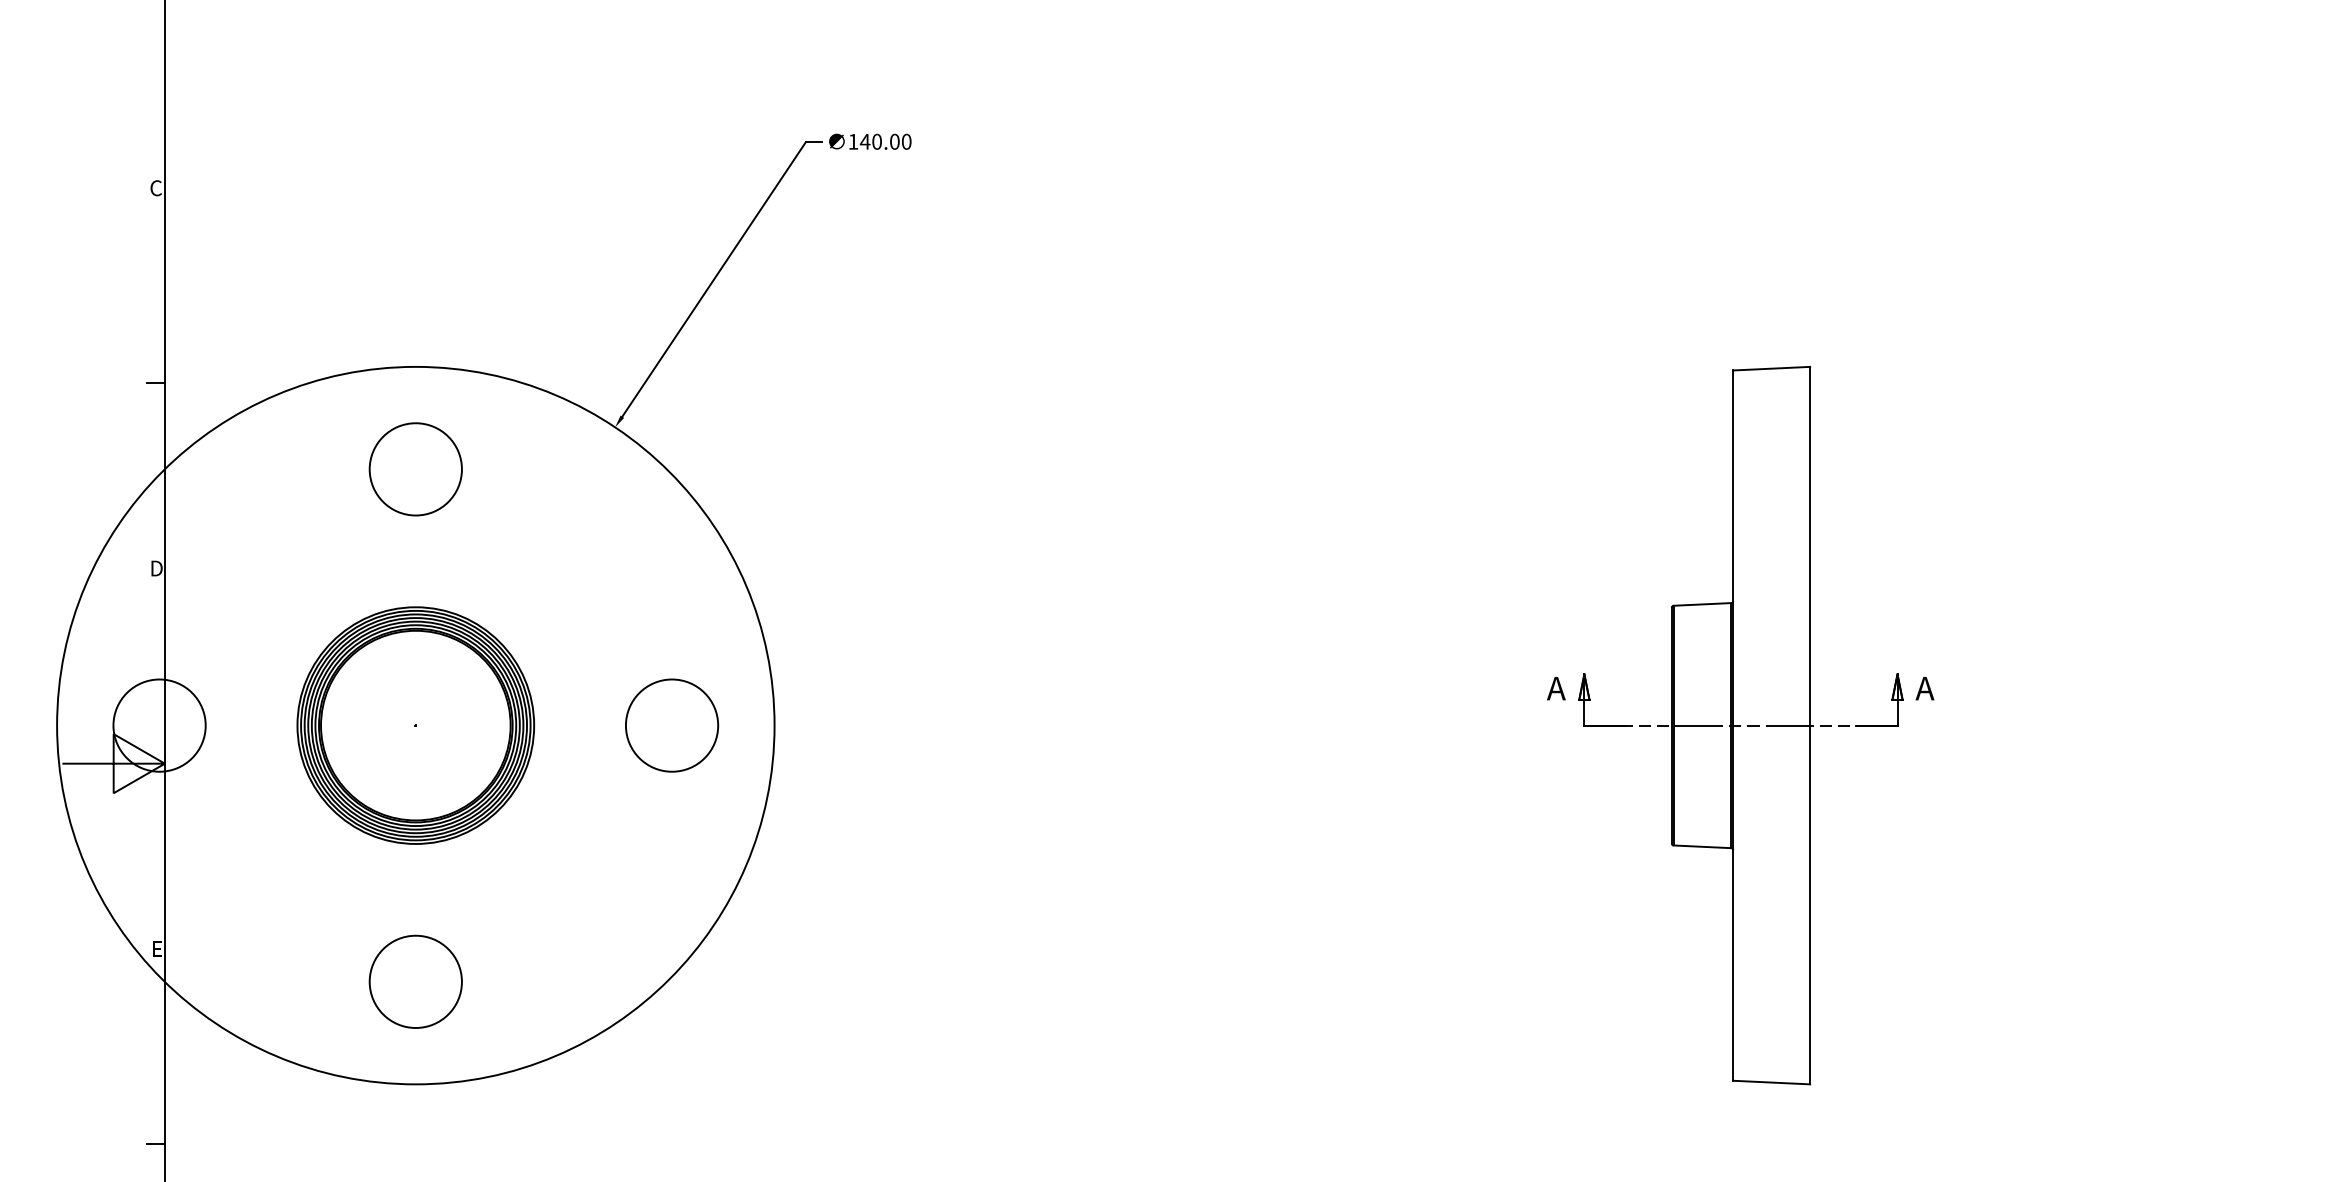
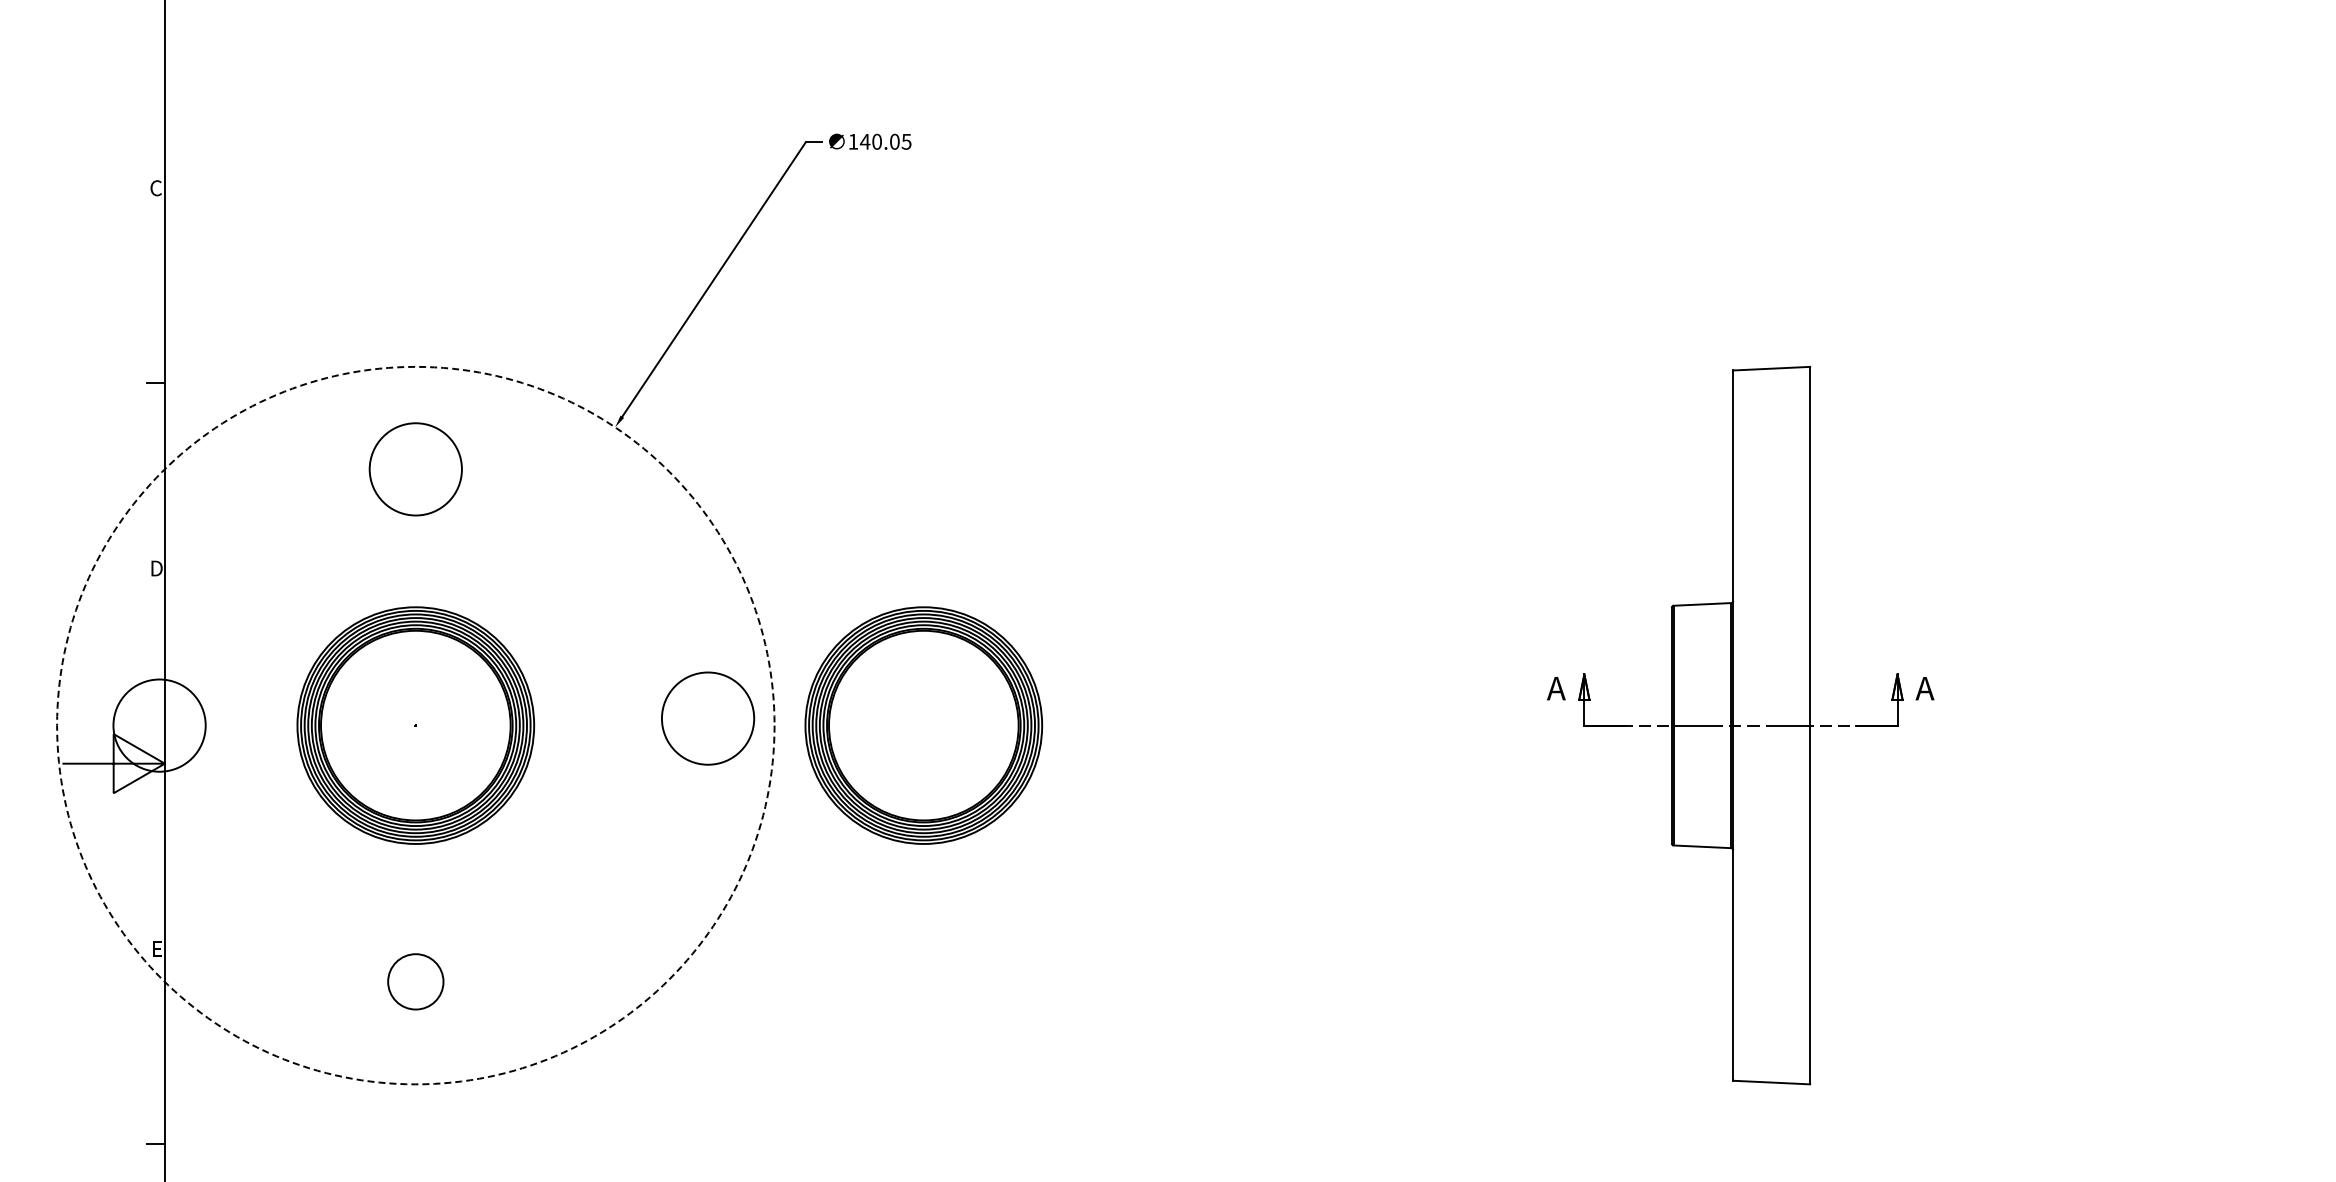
text at (906, 141): 140.00 -> 140.05
circle at (415, 725): solid -> dashed
circle at (672, 725) position: (672, 725) -> (708, 718)
part at (923, 725): none -> present
circle at (415, 981) diameter: 92 px -> 55 px
